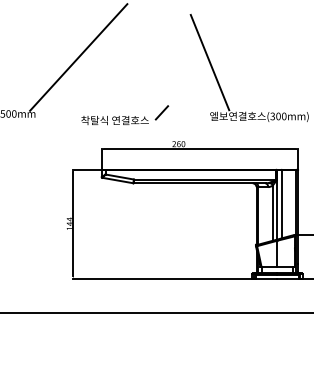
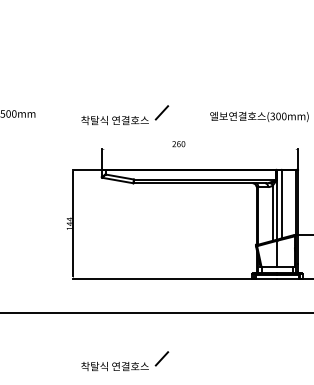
line at (78, 57): present -> none
line at (209, 62): present -> none
line at (199, 149): present -> none
part at (125, 361): none -> present
